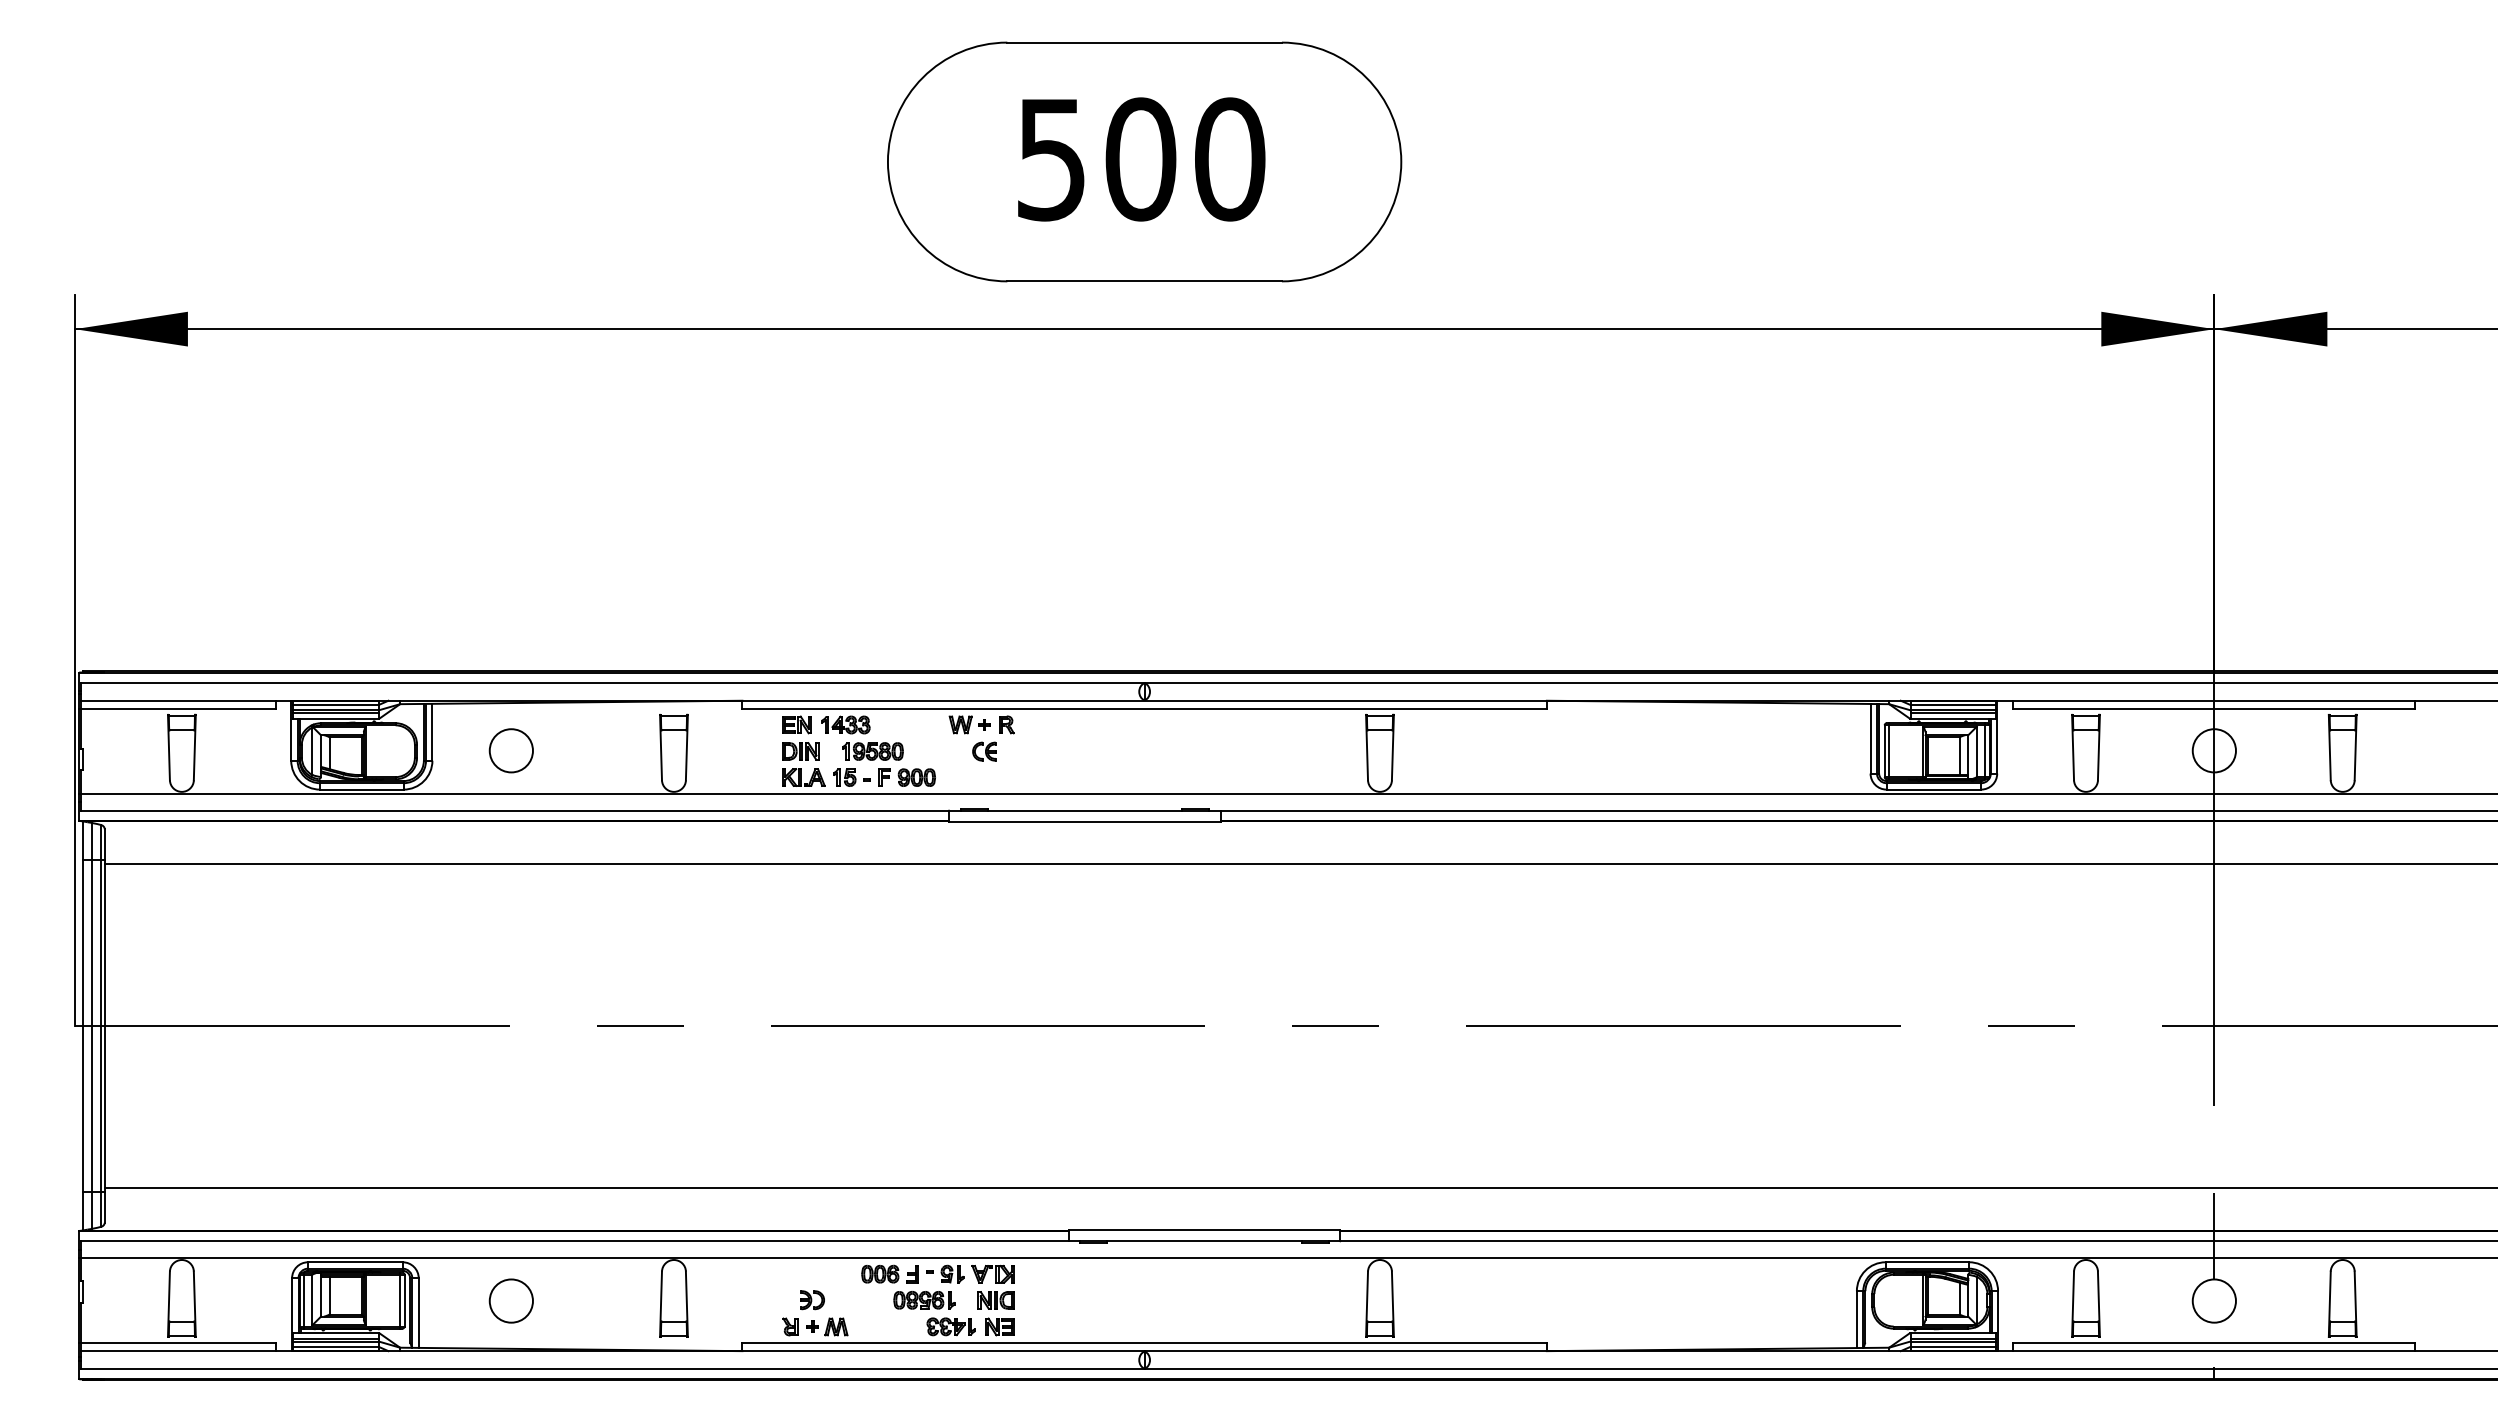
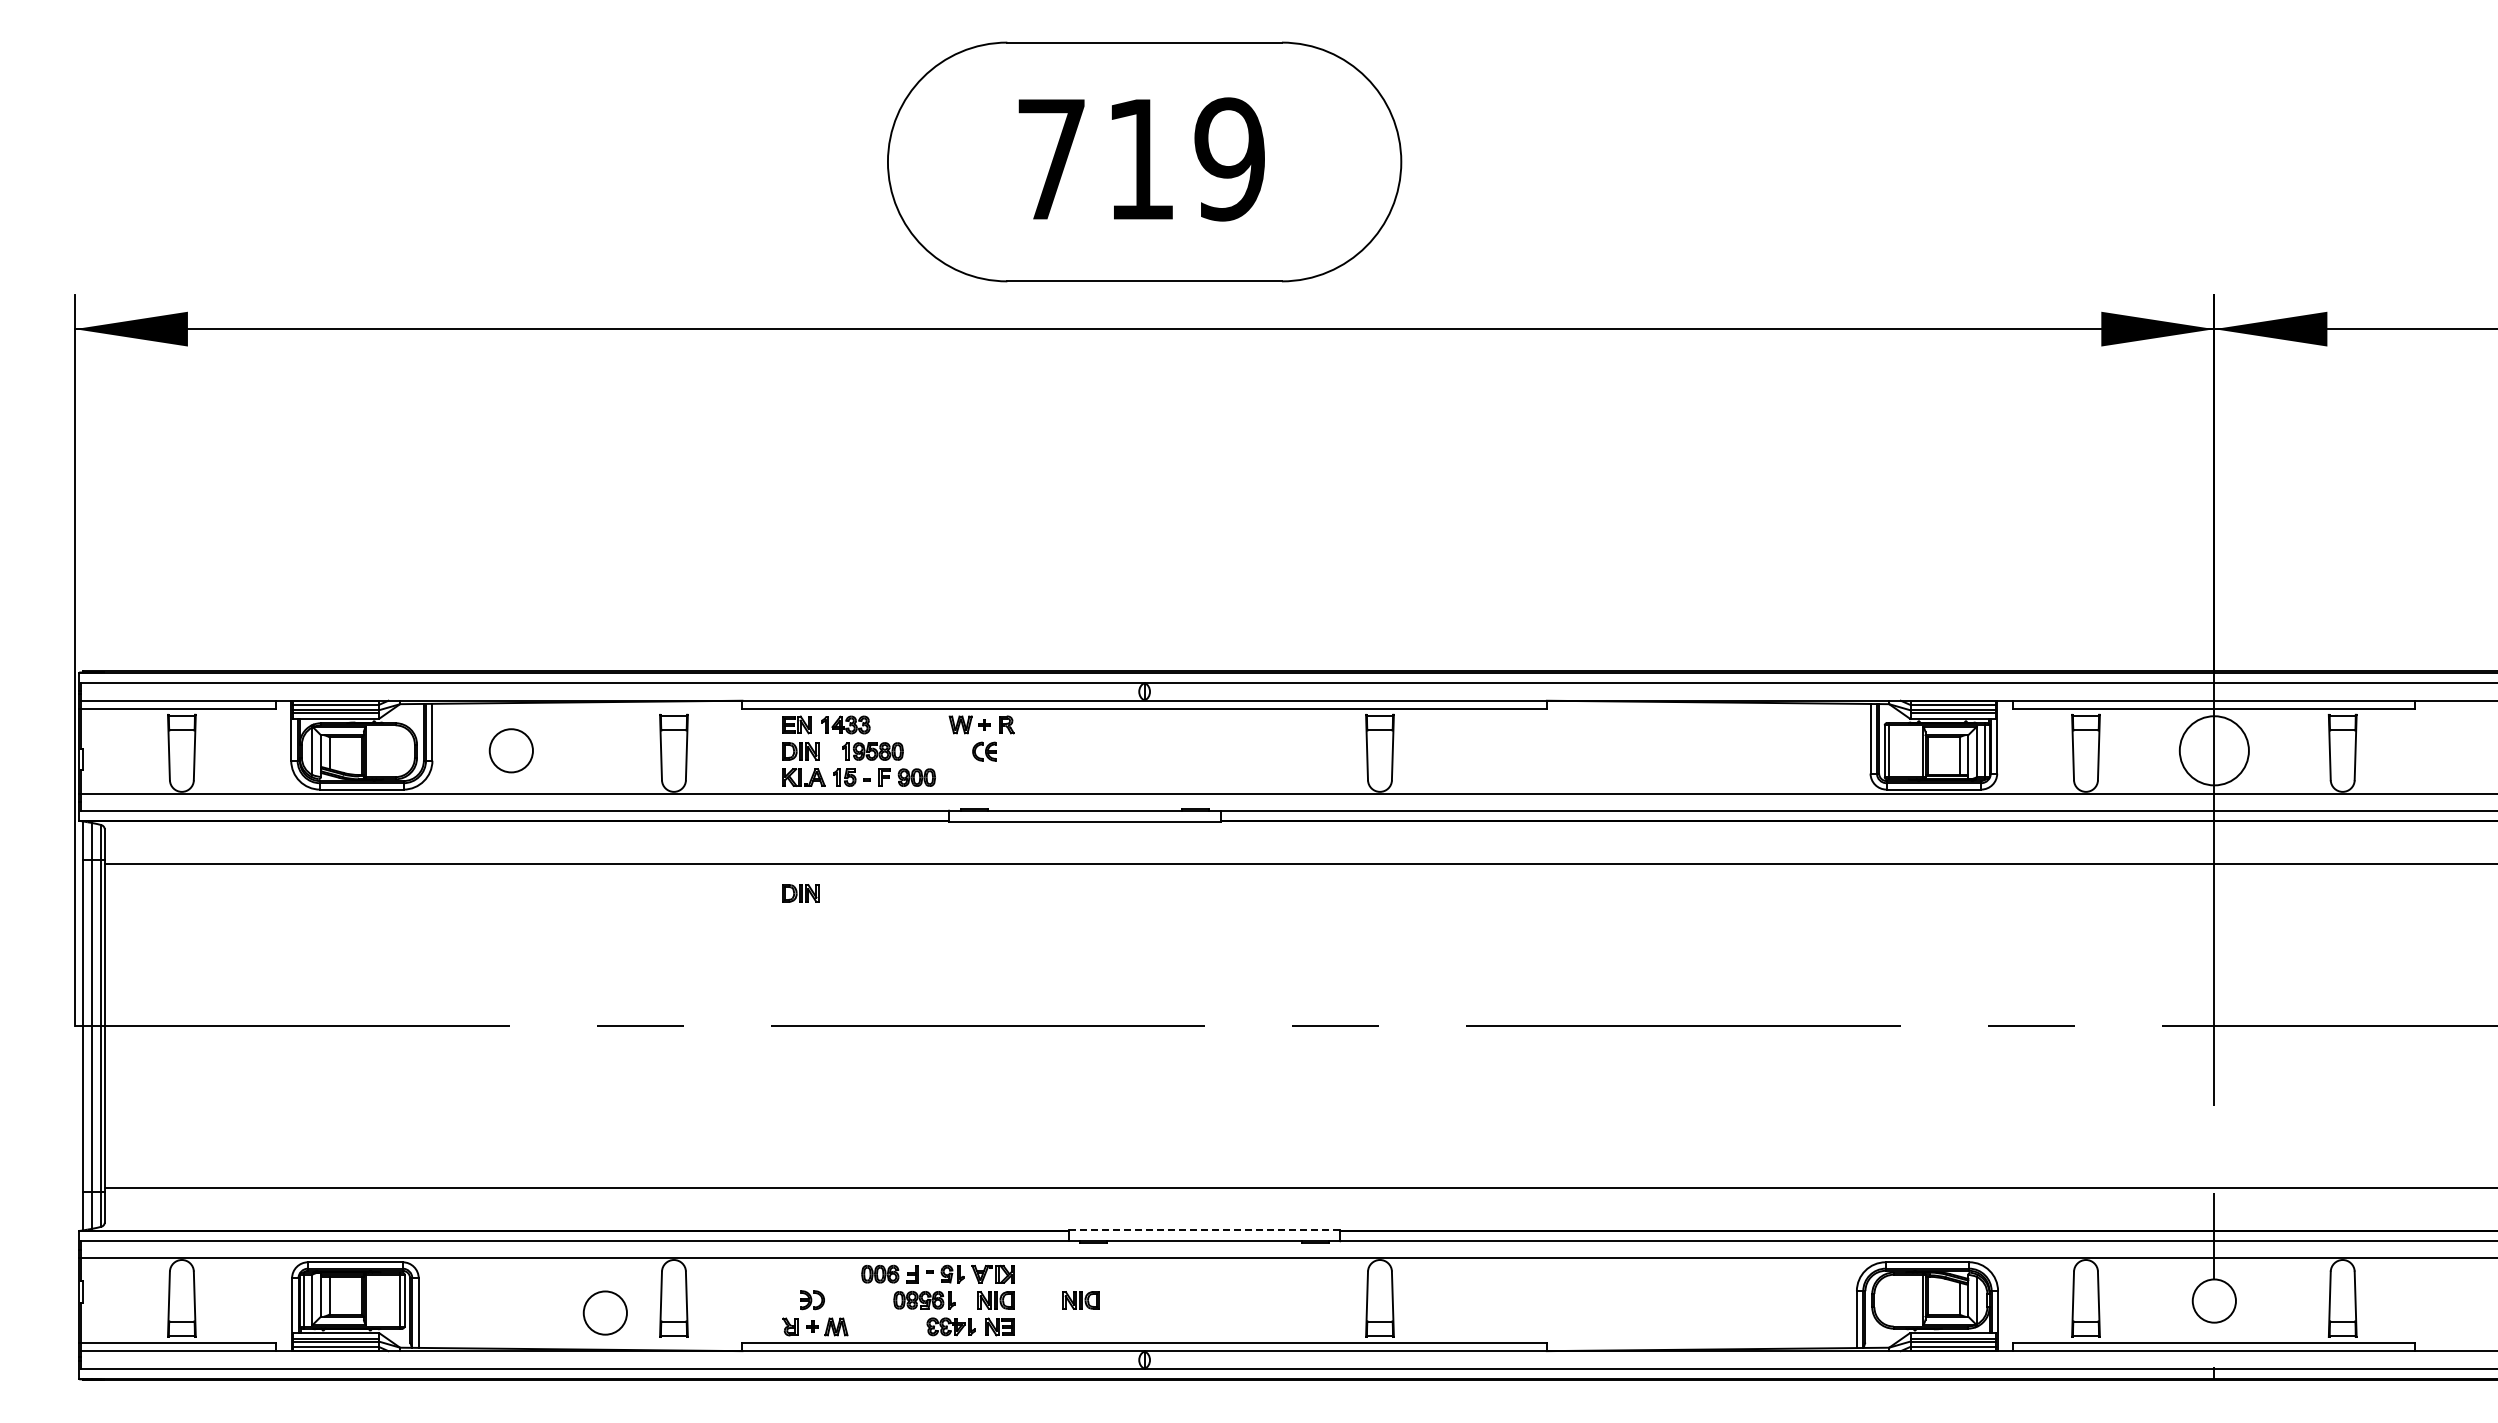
text at (1141, 159): 500 -> 719
circle at (2213, 750) diameter: 43 px -> 69 px
part at (800, 893): none -> present
line at (1204, 1230): solid -> dashed
circle at (510, 1300) position: (510, 1300) -> (604, 1312)
part at (1080, 1300): none -> present
